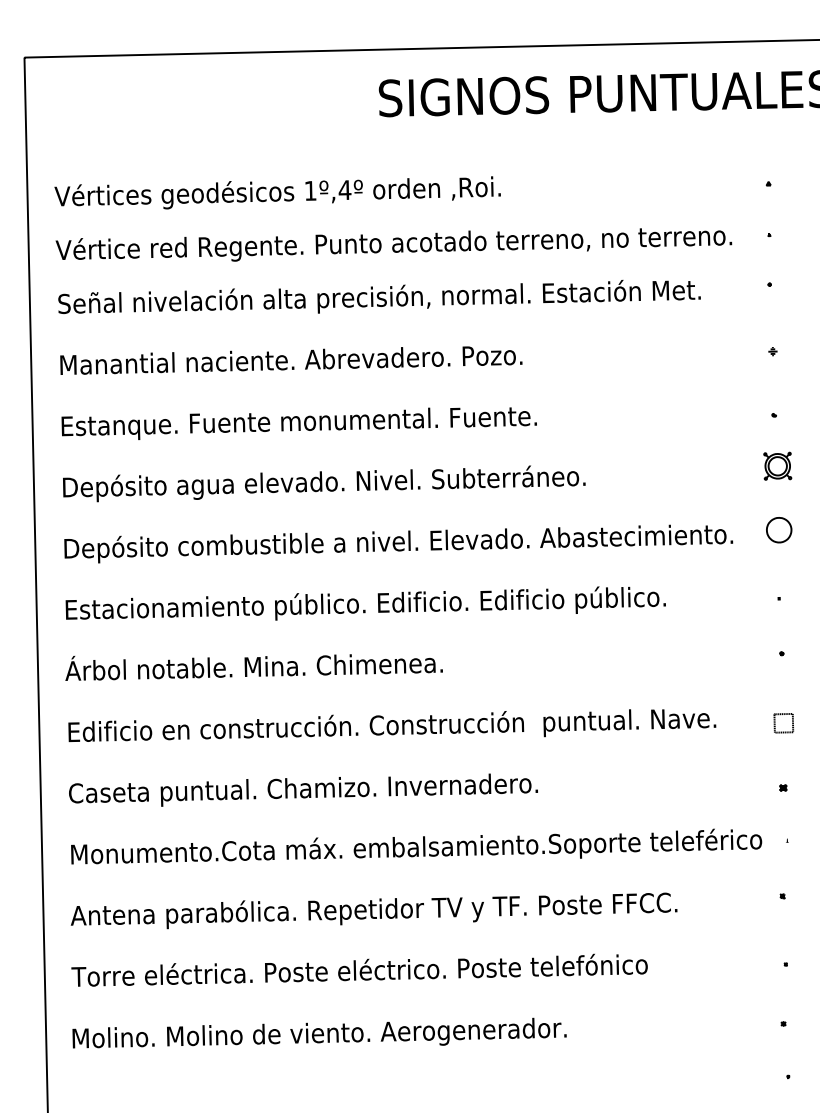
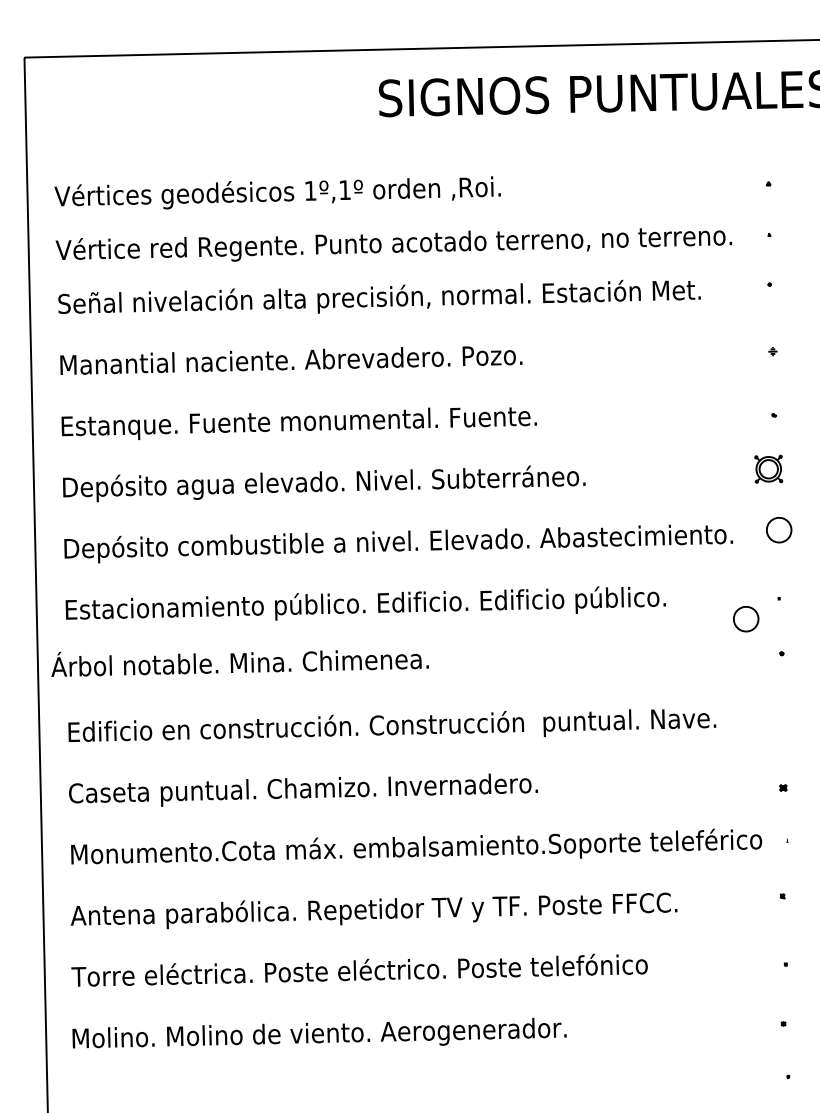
text at (344, 189): 1º,4º -> 1º,1º
part at (777, 465) position: (777, 465) -> (768, 468)
part at (746, 619): none -> present
text at (253, 667) position: (253, 667) -> (239, 663)
part at (783, 723): present -> none
